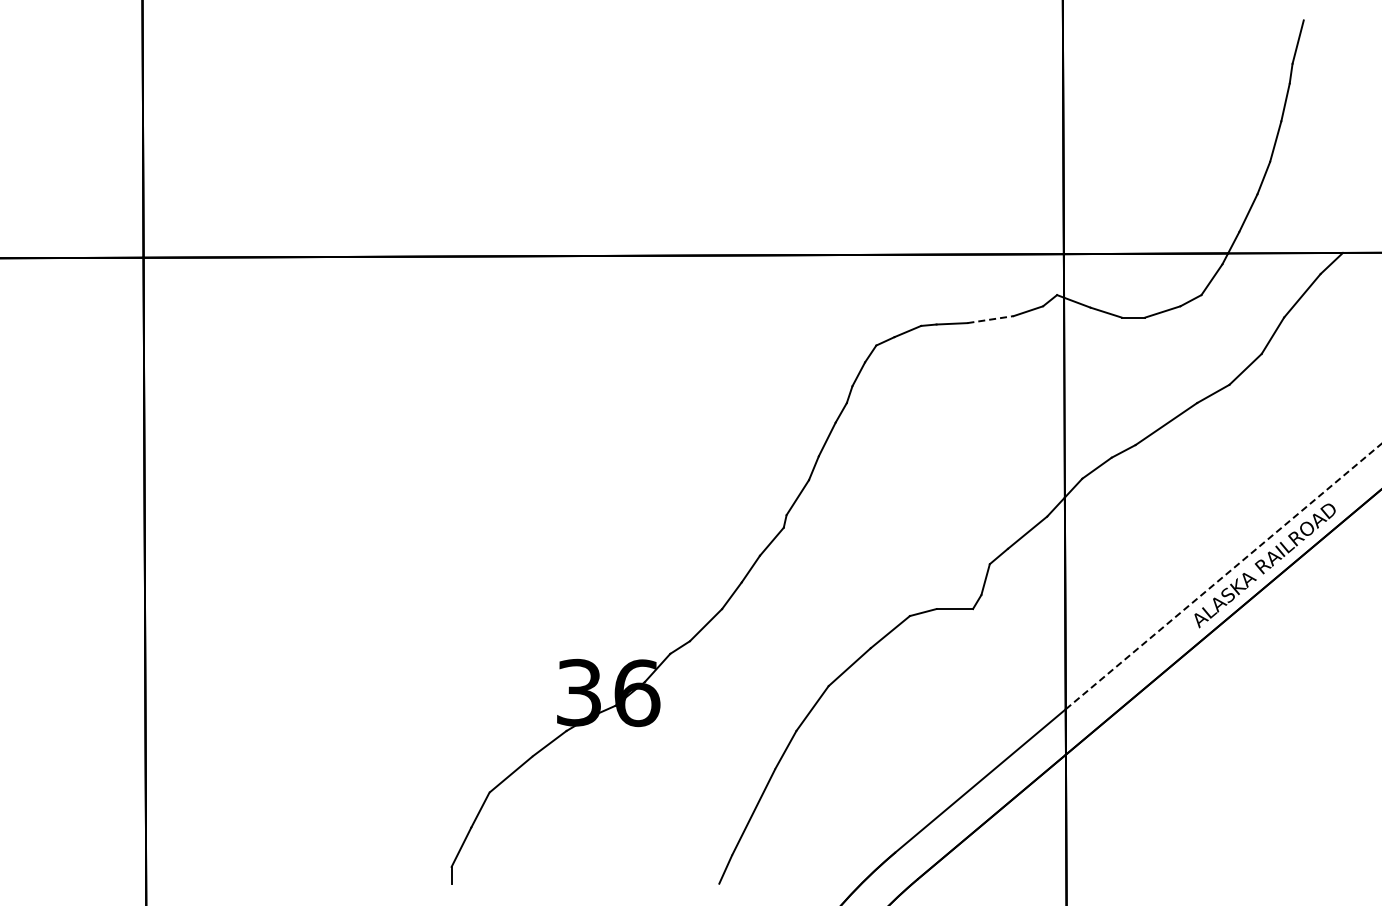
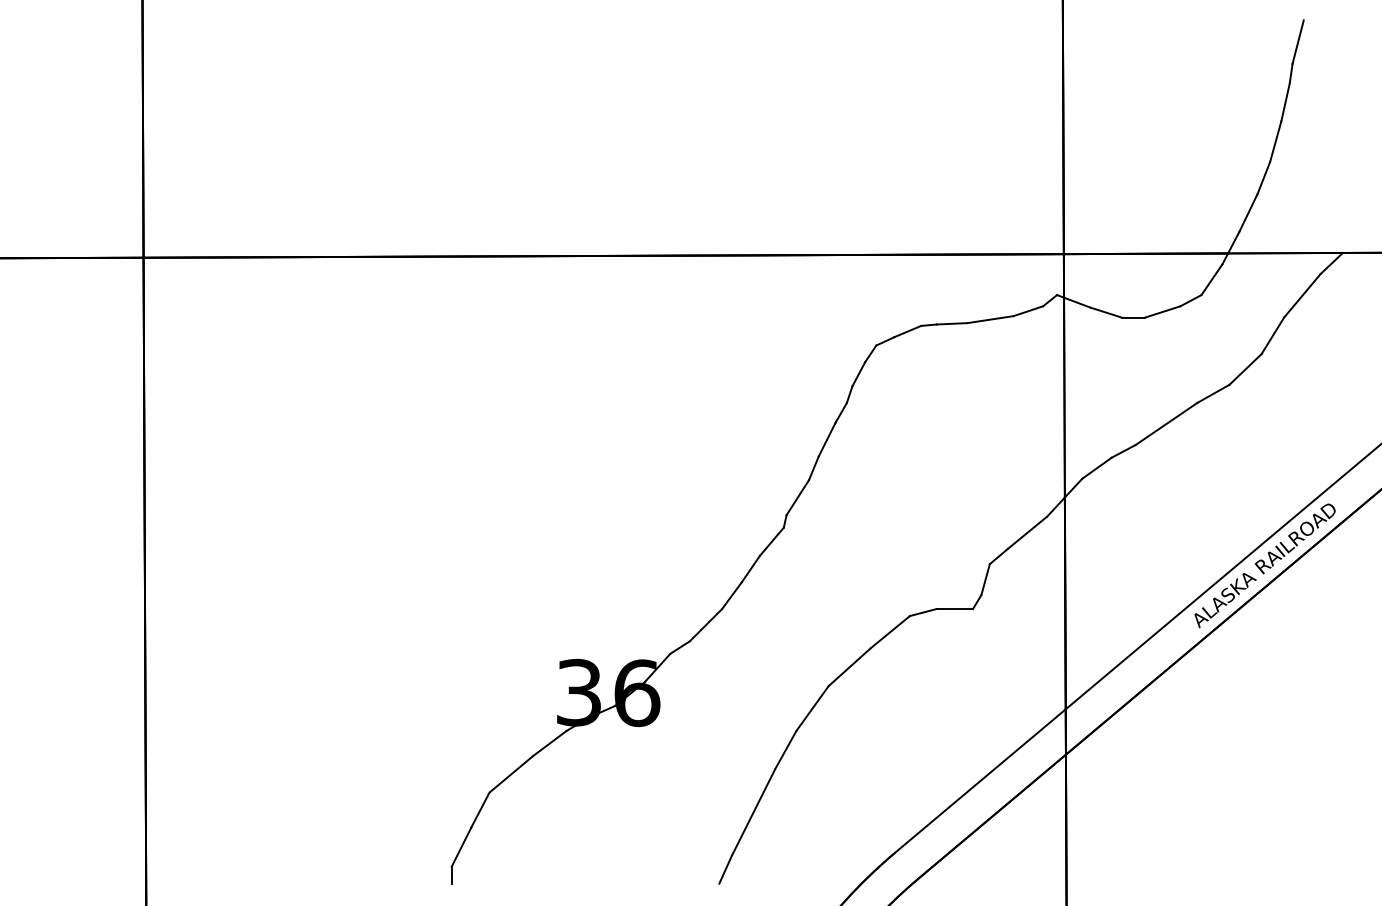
line at (991, 319): dashed -> solid
line at (1223, 576): dashed -> solid
